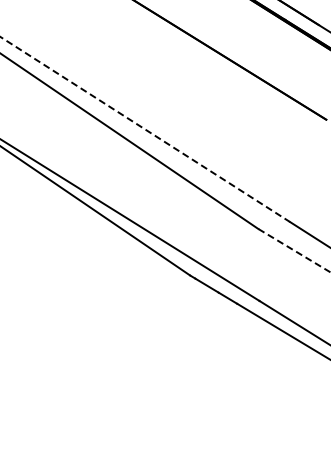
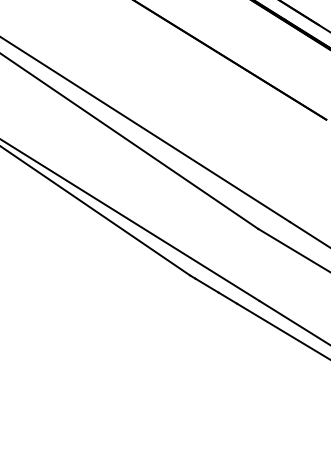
line at (145, 129): dashed -> solid
line at (293, 250): dashed -> solid
